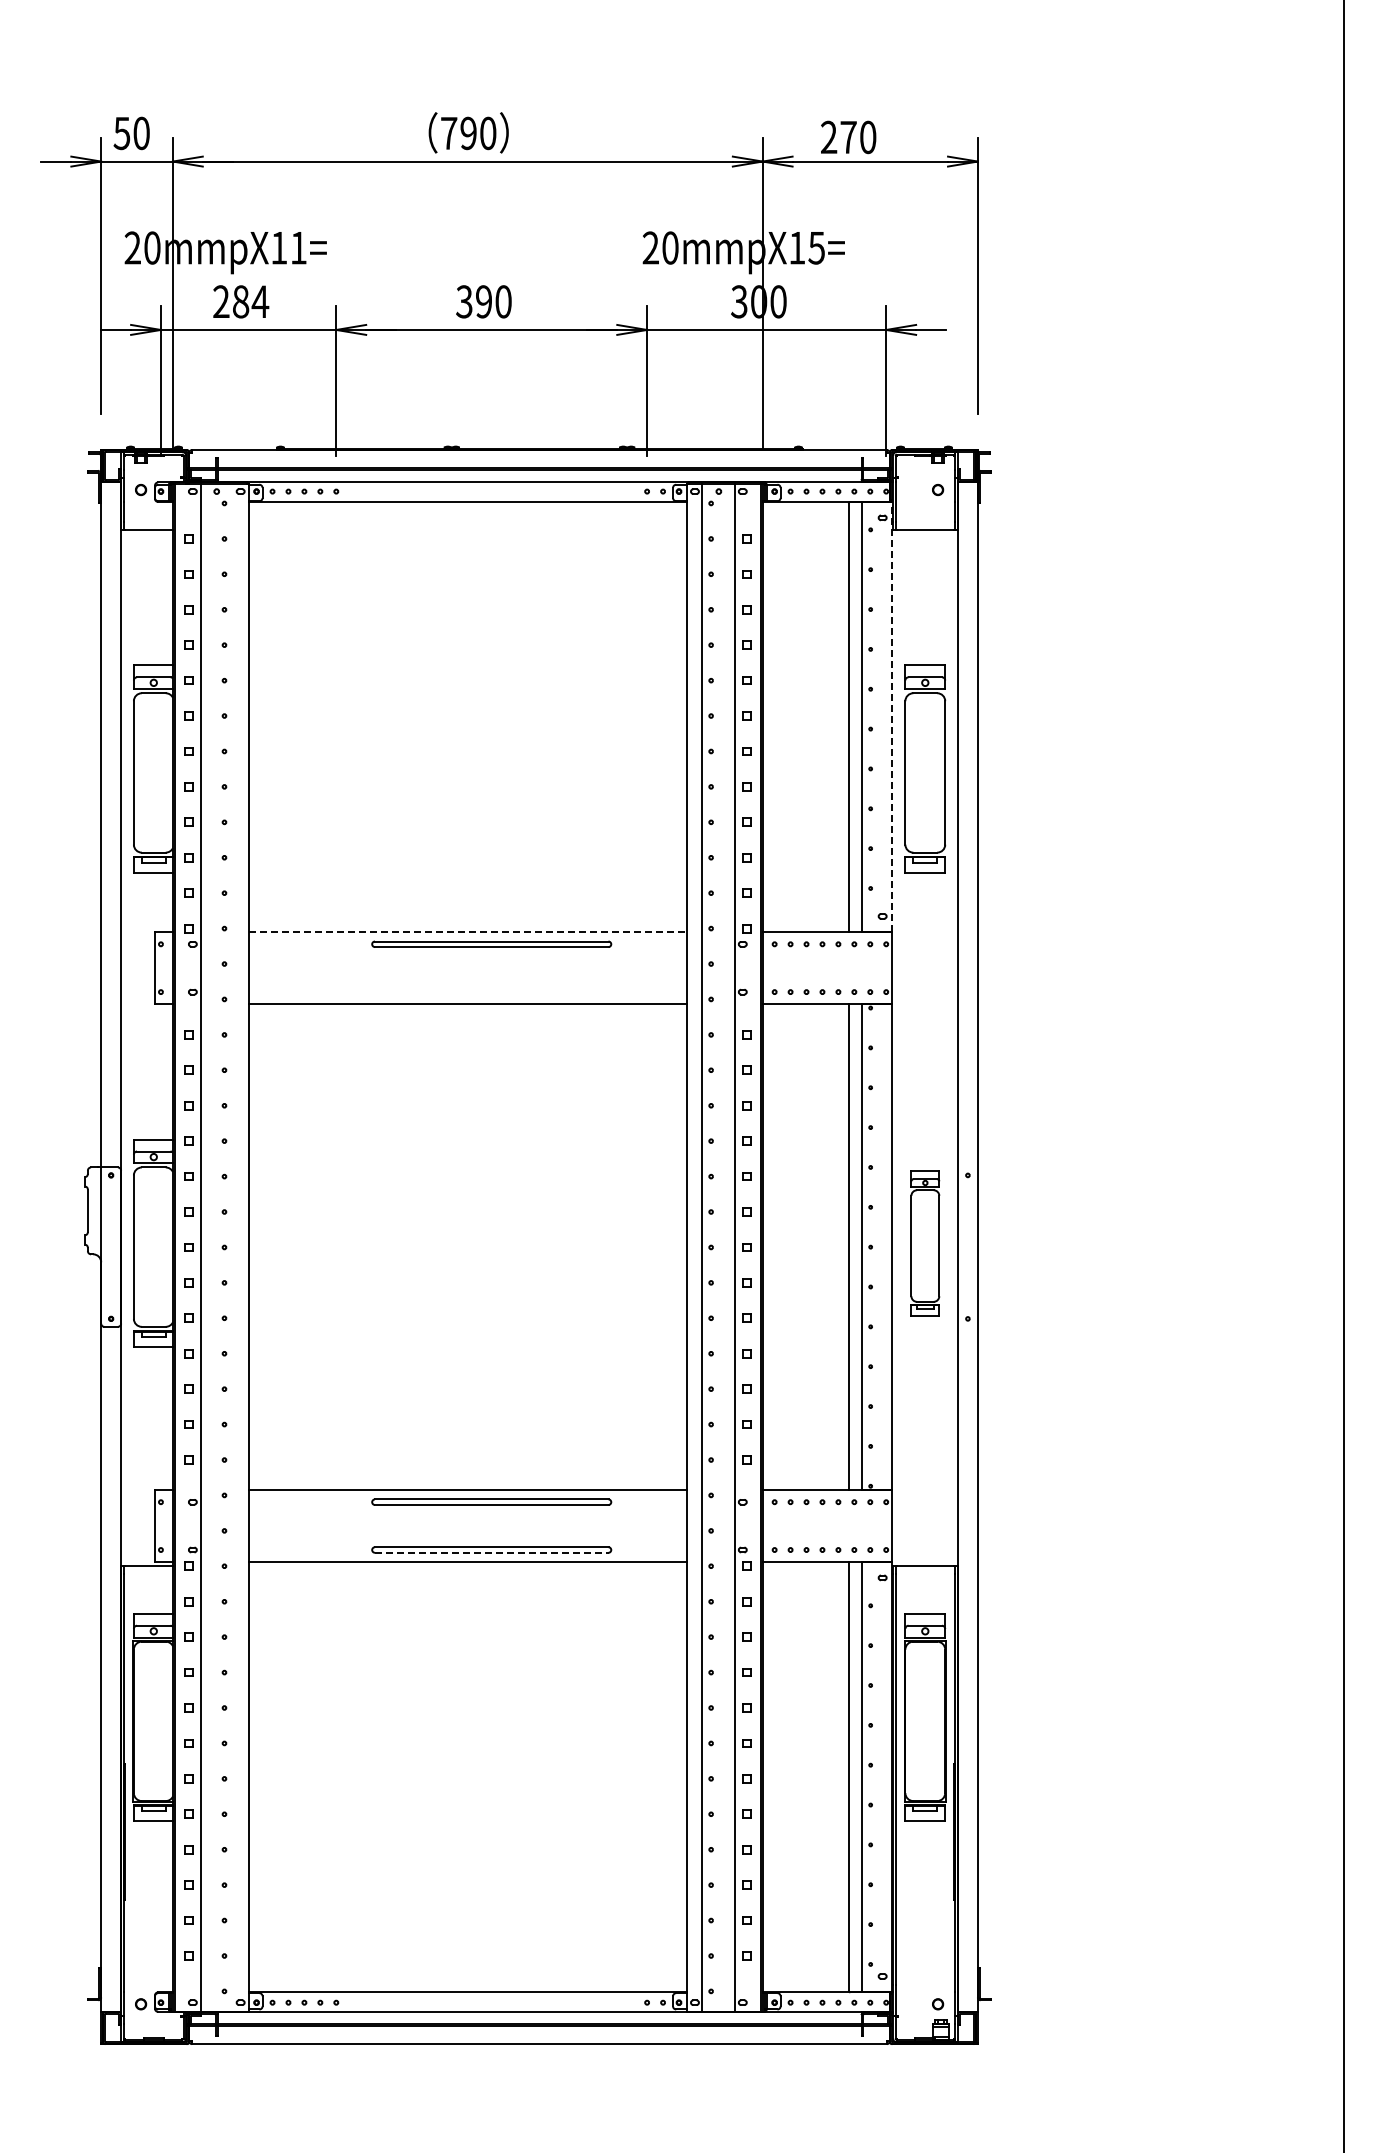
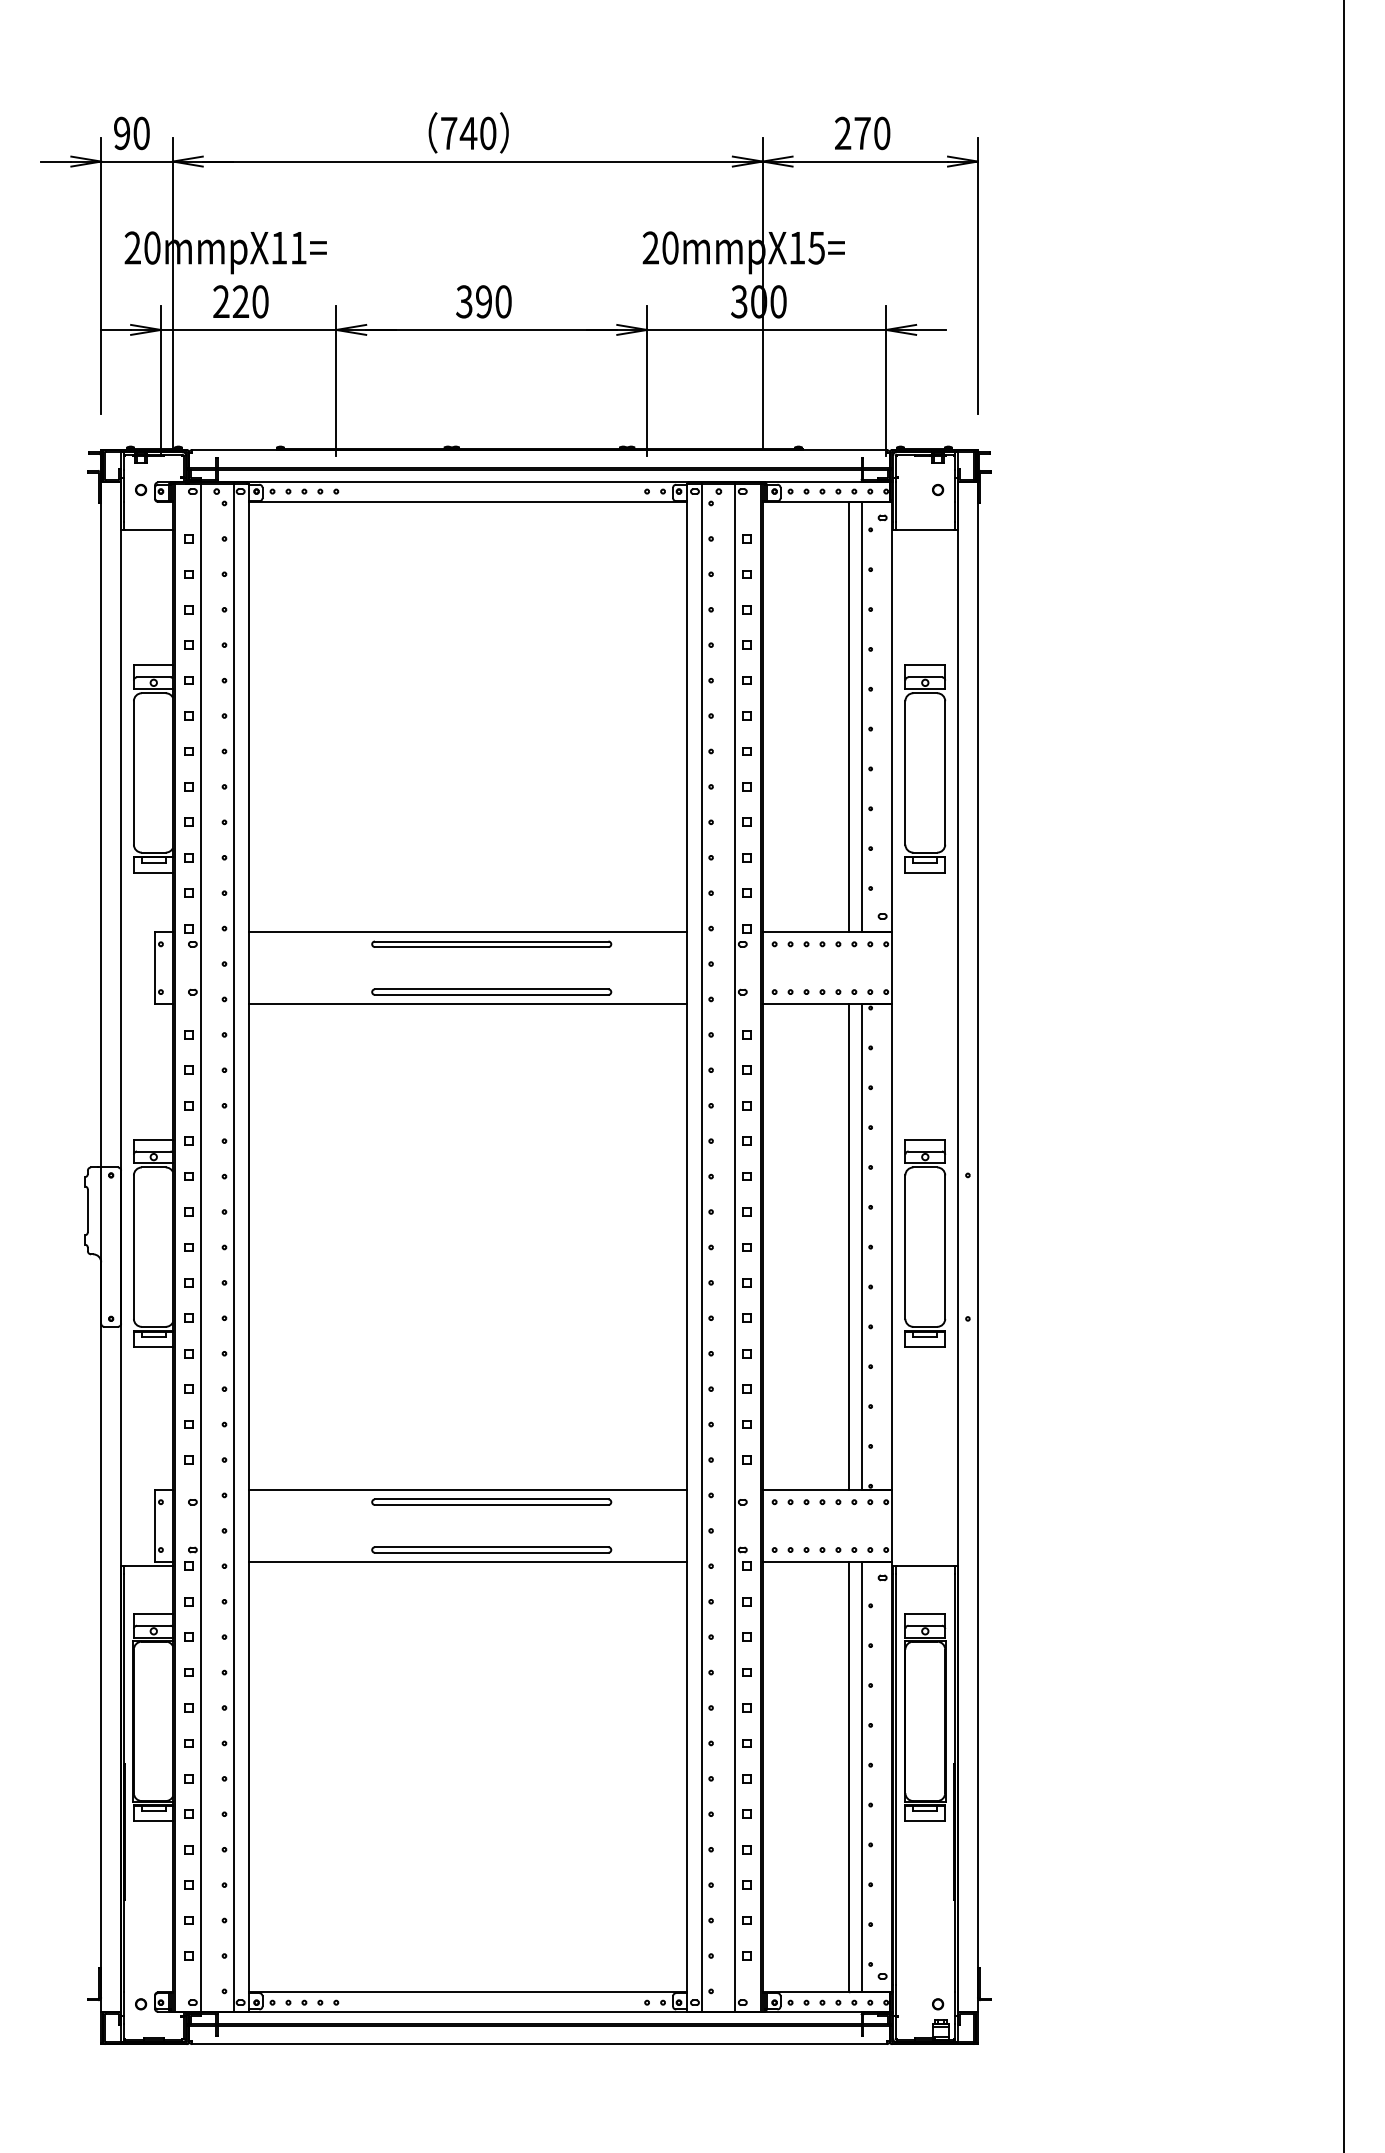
text at (121, 133): 50 -> 90
text at (468, 133): 790 -> 740
text at (848, 137) position: (848, 137) -> (862, 133)
text at (250, 301): 284 -> 220
line at (891, 716): dashed -> solid
line at (467, 932): dashed -> solid
part at (491, 991): none -> present
part at (925, 1243) size: 31x147 px -> 43x209 px
line at (234, 1247): none -> present
line at (491, 1552): dashed -> solid
